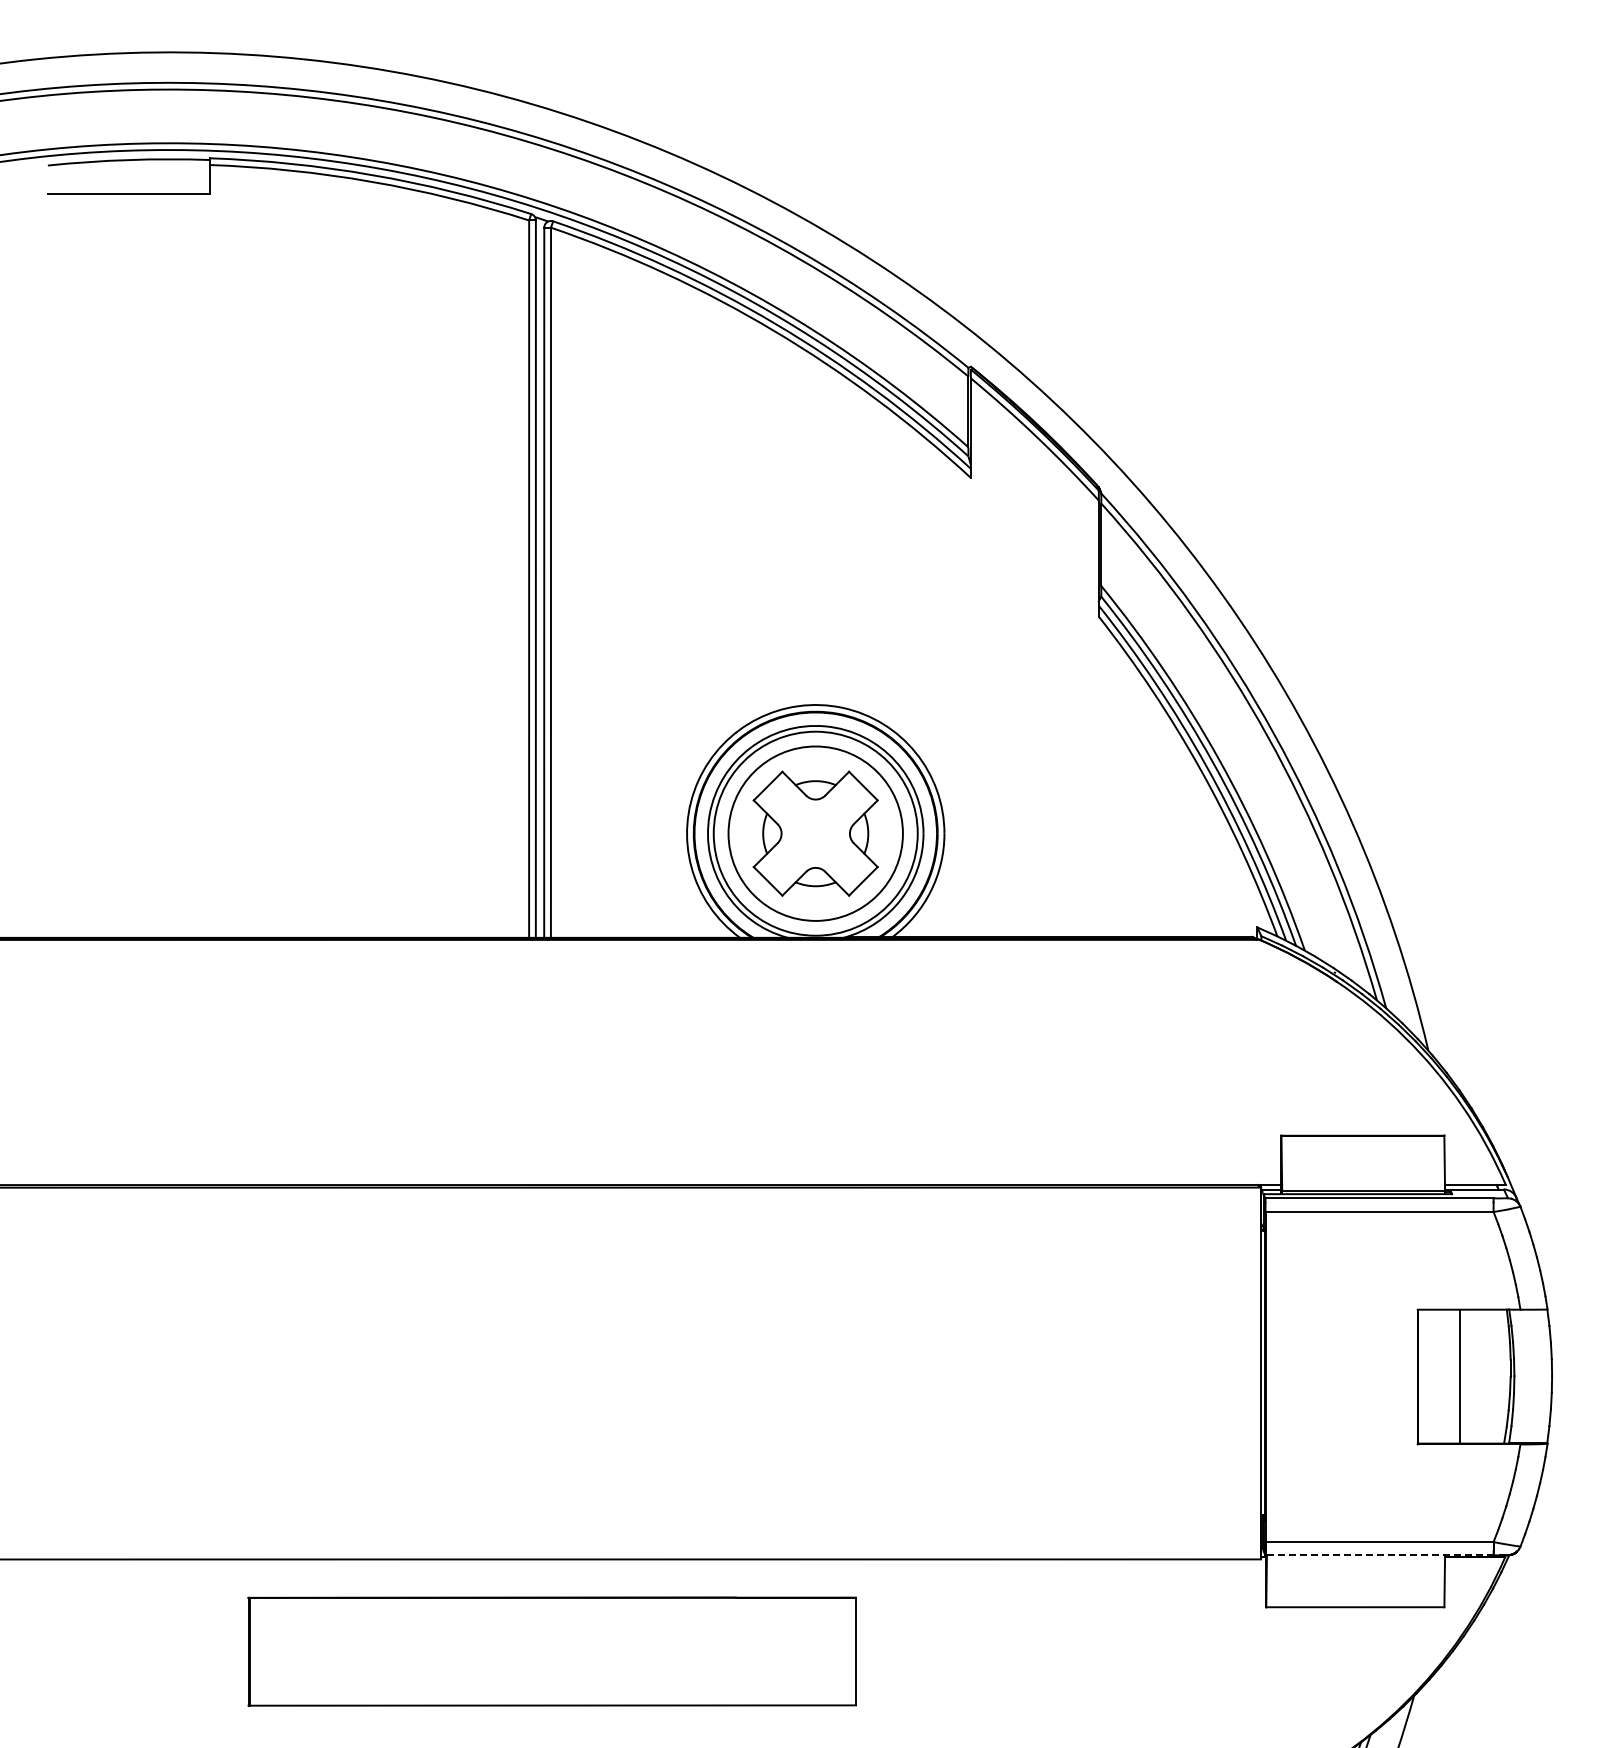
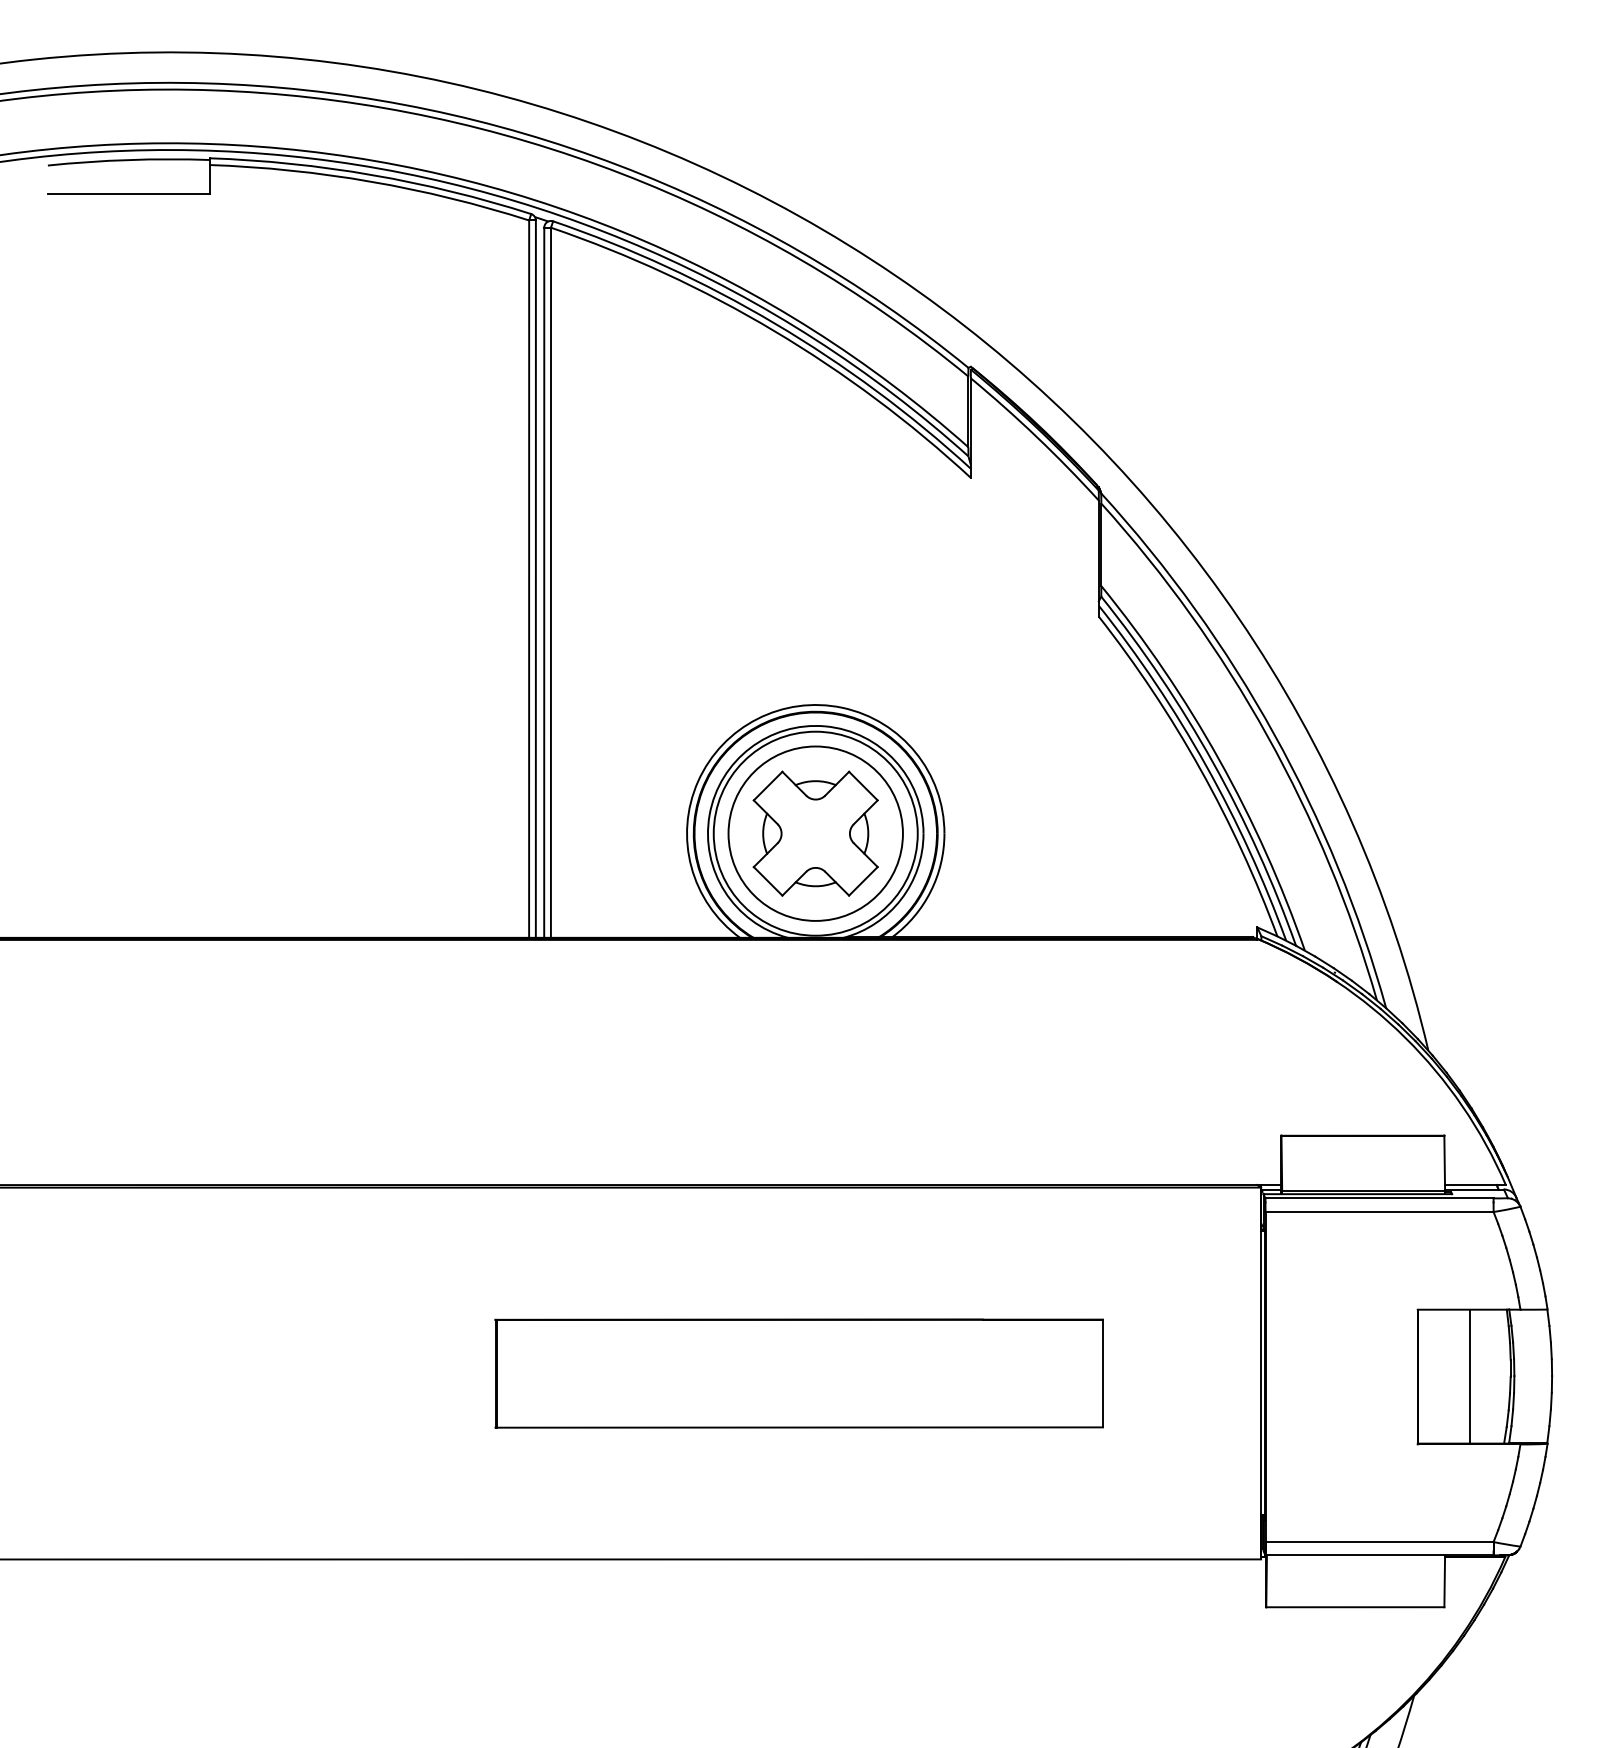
line at (1460, 1376) position: (1460, 1376) -> (1470, 1376)
line at (1378, 1555): dashed -> solid
part at (551, 1651) position: (551, 1651) -> (798, 1373)
